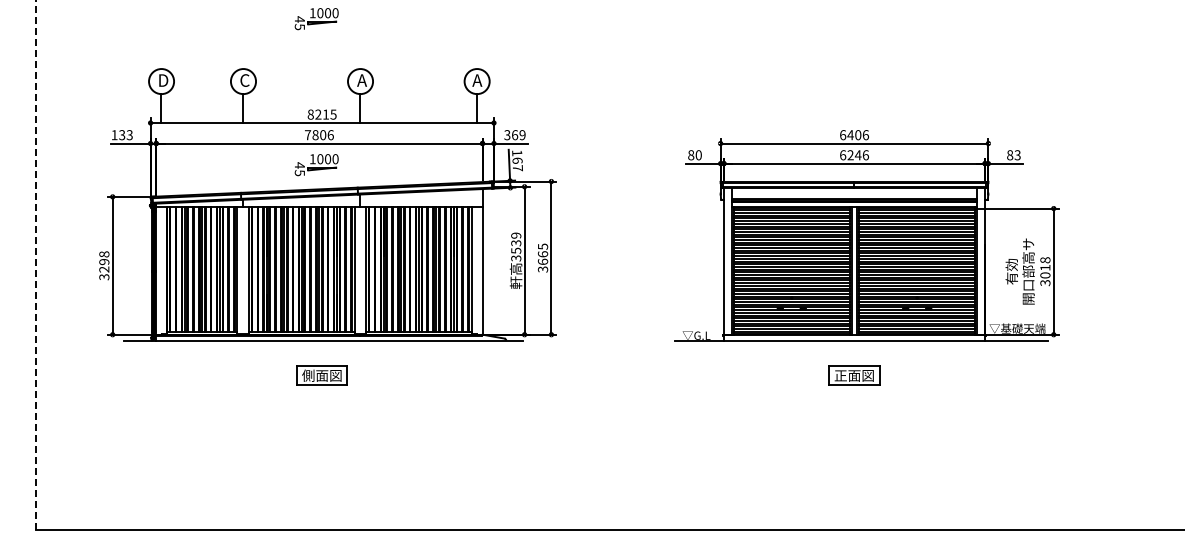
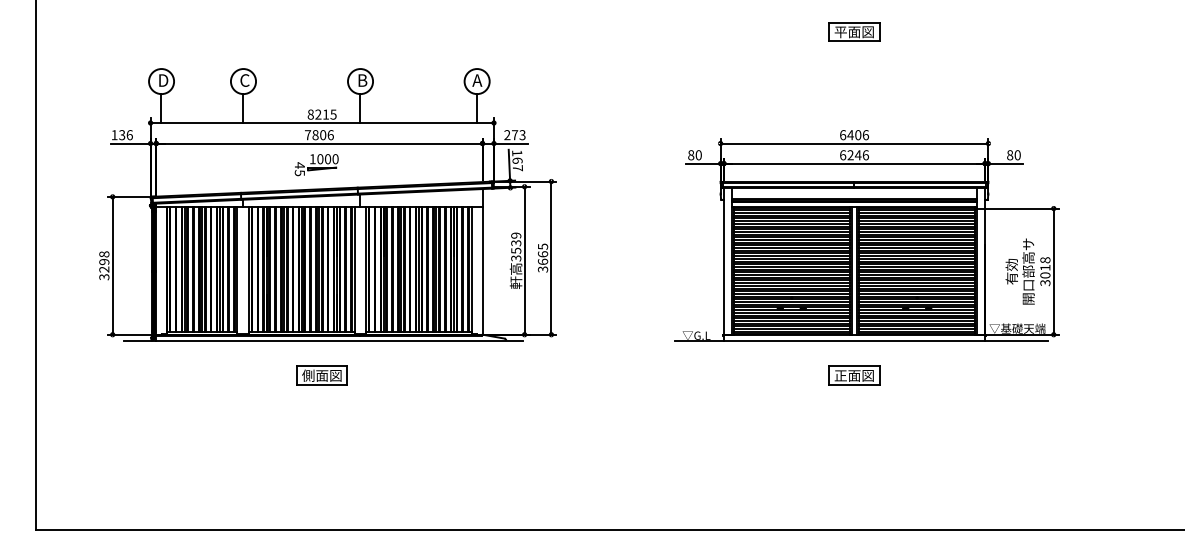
part at (316, 19): present -> none
part at (854, 31): none -> present
text at (362, 80): A -> B
text at (129, 135): 133 -> 136
text at (514, 135): 369 -> 273
text at (1017, 155): 83 -> 80
line at (35, 265): dashed -> solid
